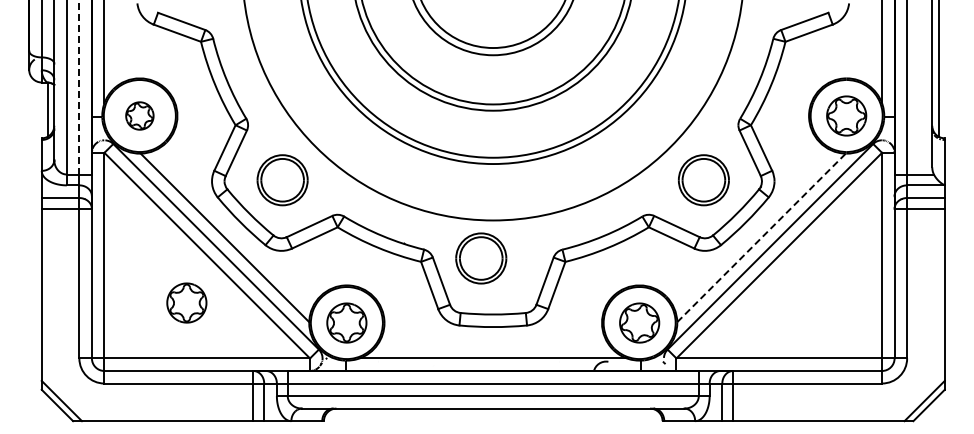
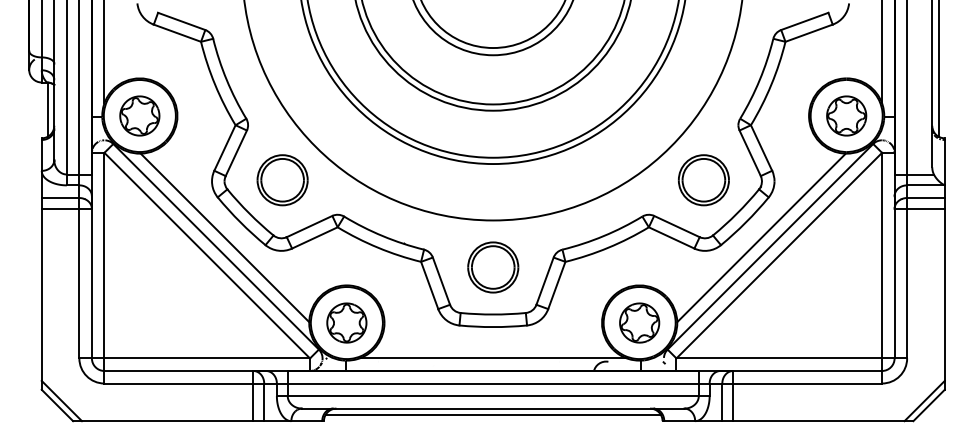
line at (79, 87): dashed -> solid
part at (139, 115) size: 30x30 px -> 42x42 px
line at (761, 237): dashed -> solid
part at (481, 258) position: (481, 258) -> (493, 267)
part at (186, 302): present -> none
line at (492, 414): none -> present
